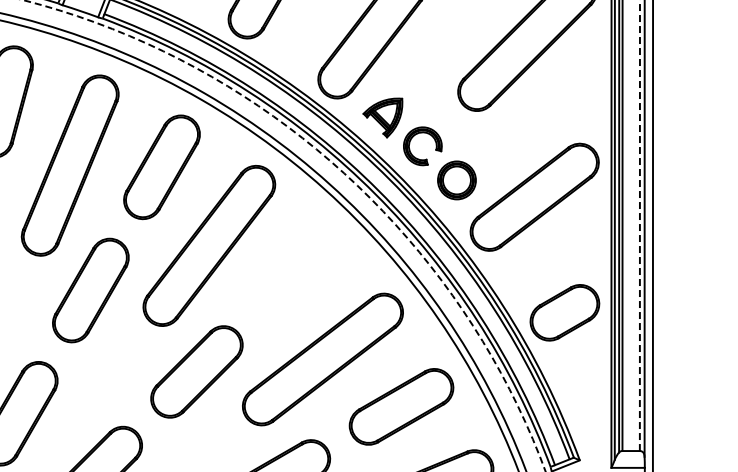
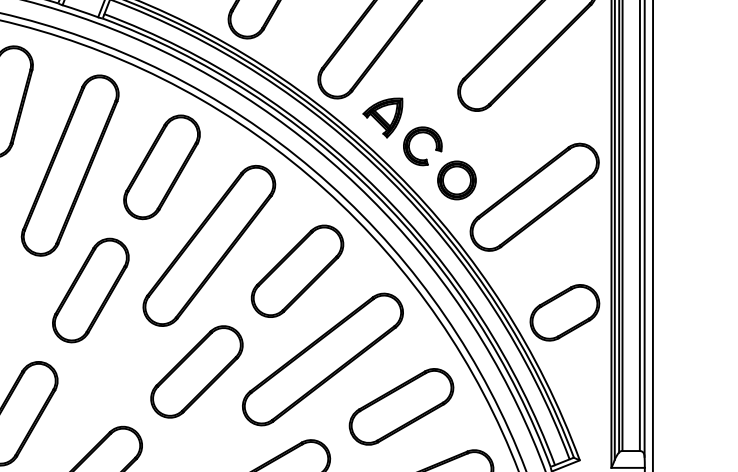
line at (639, 225): dashed -> solid
circle at (284, 235): dashed -> solid
part at (297, 270): none -> present
